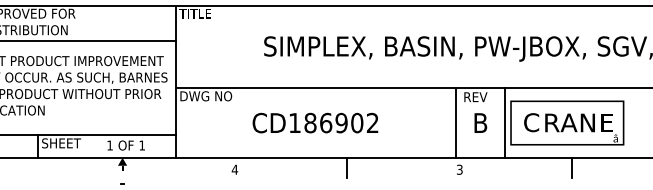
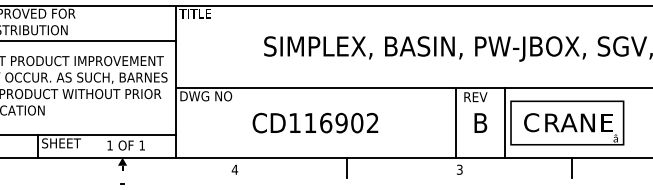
text at (310, 122): CD186902 -> CD116902
